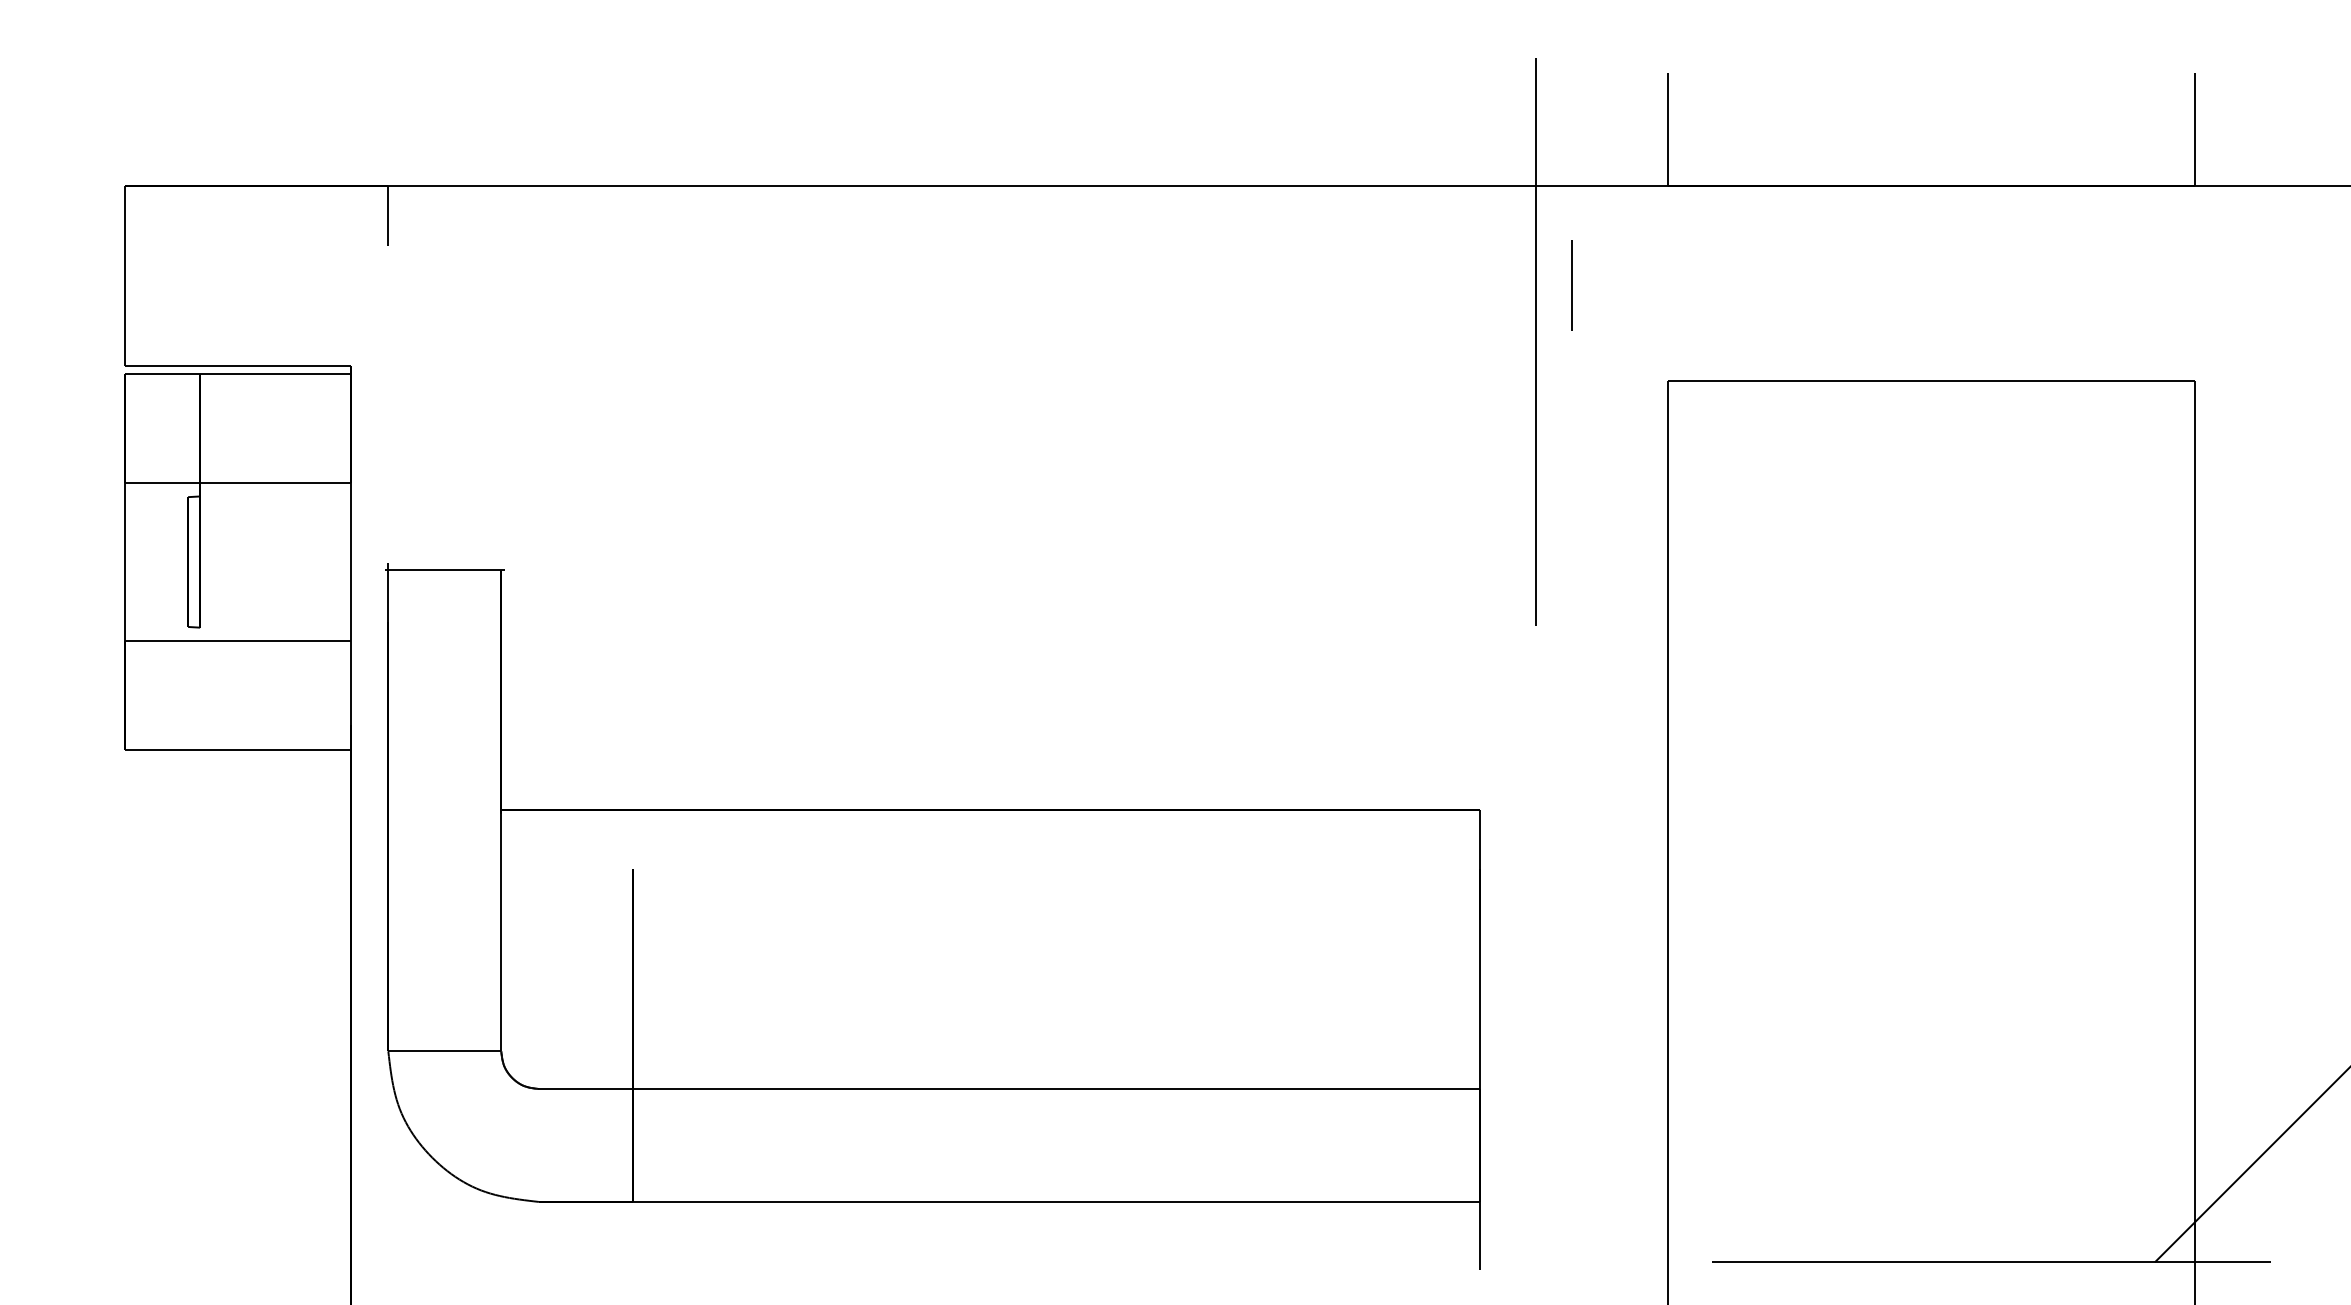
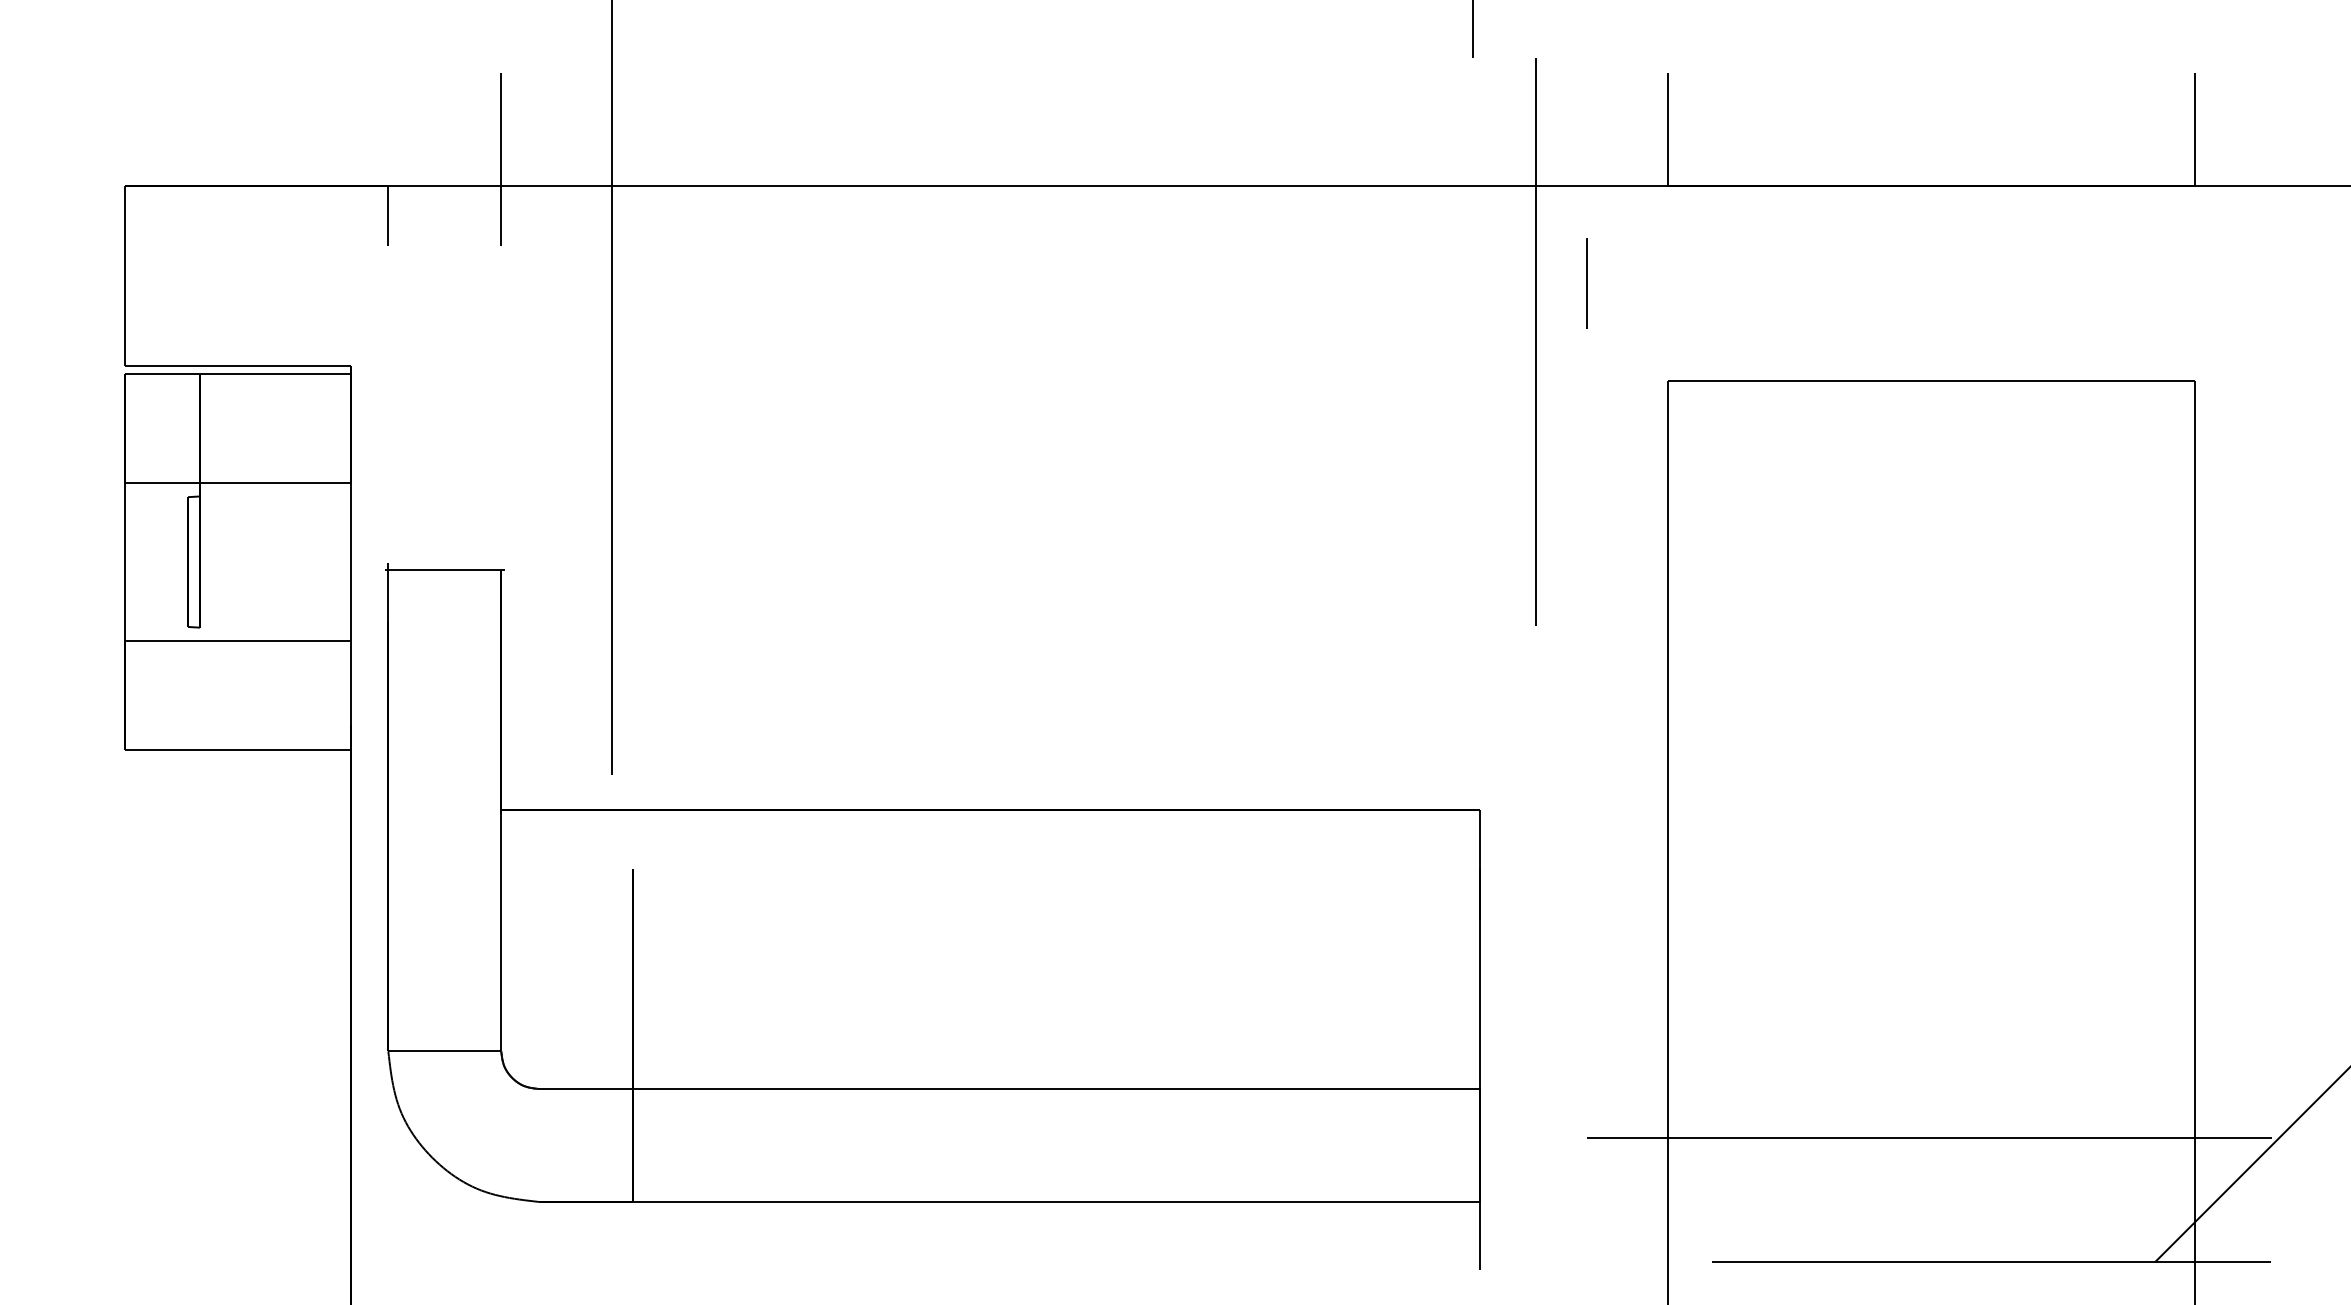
line at (1472, 29): none -> present
line at (501, 158): none -> present
line at (1571, 285) position: (1571, 285) -> (1586, 283)
line at (612, 388): none -> present
line at (1929, 1138): none -> present
